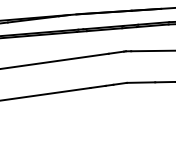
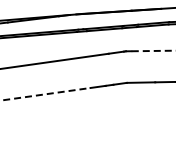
line at (153, 50): solid -> dashed
line at (45, 94): solid -> dashed
